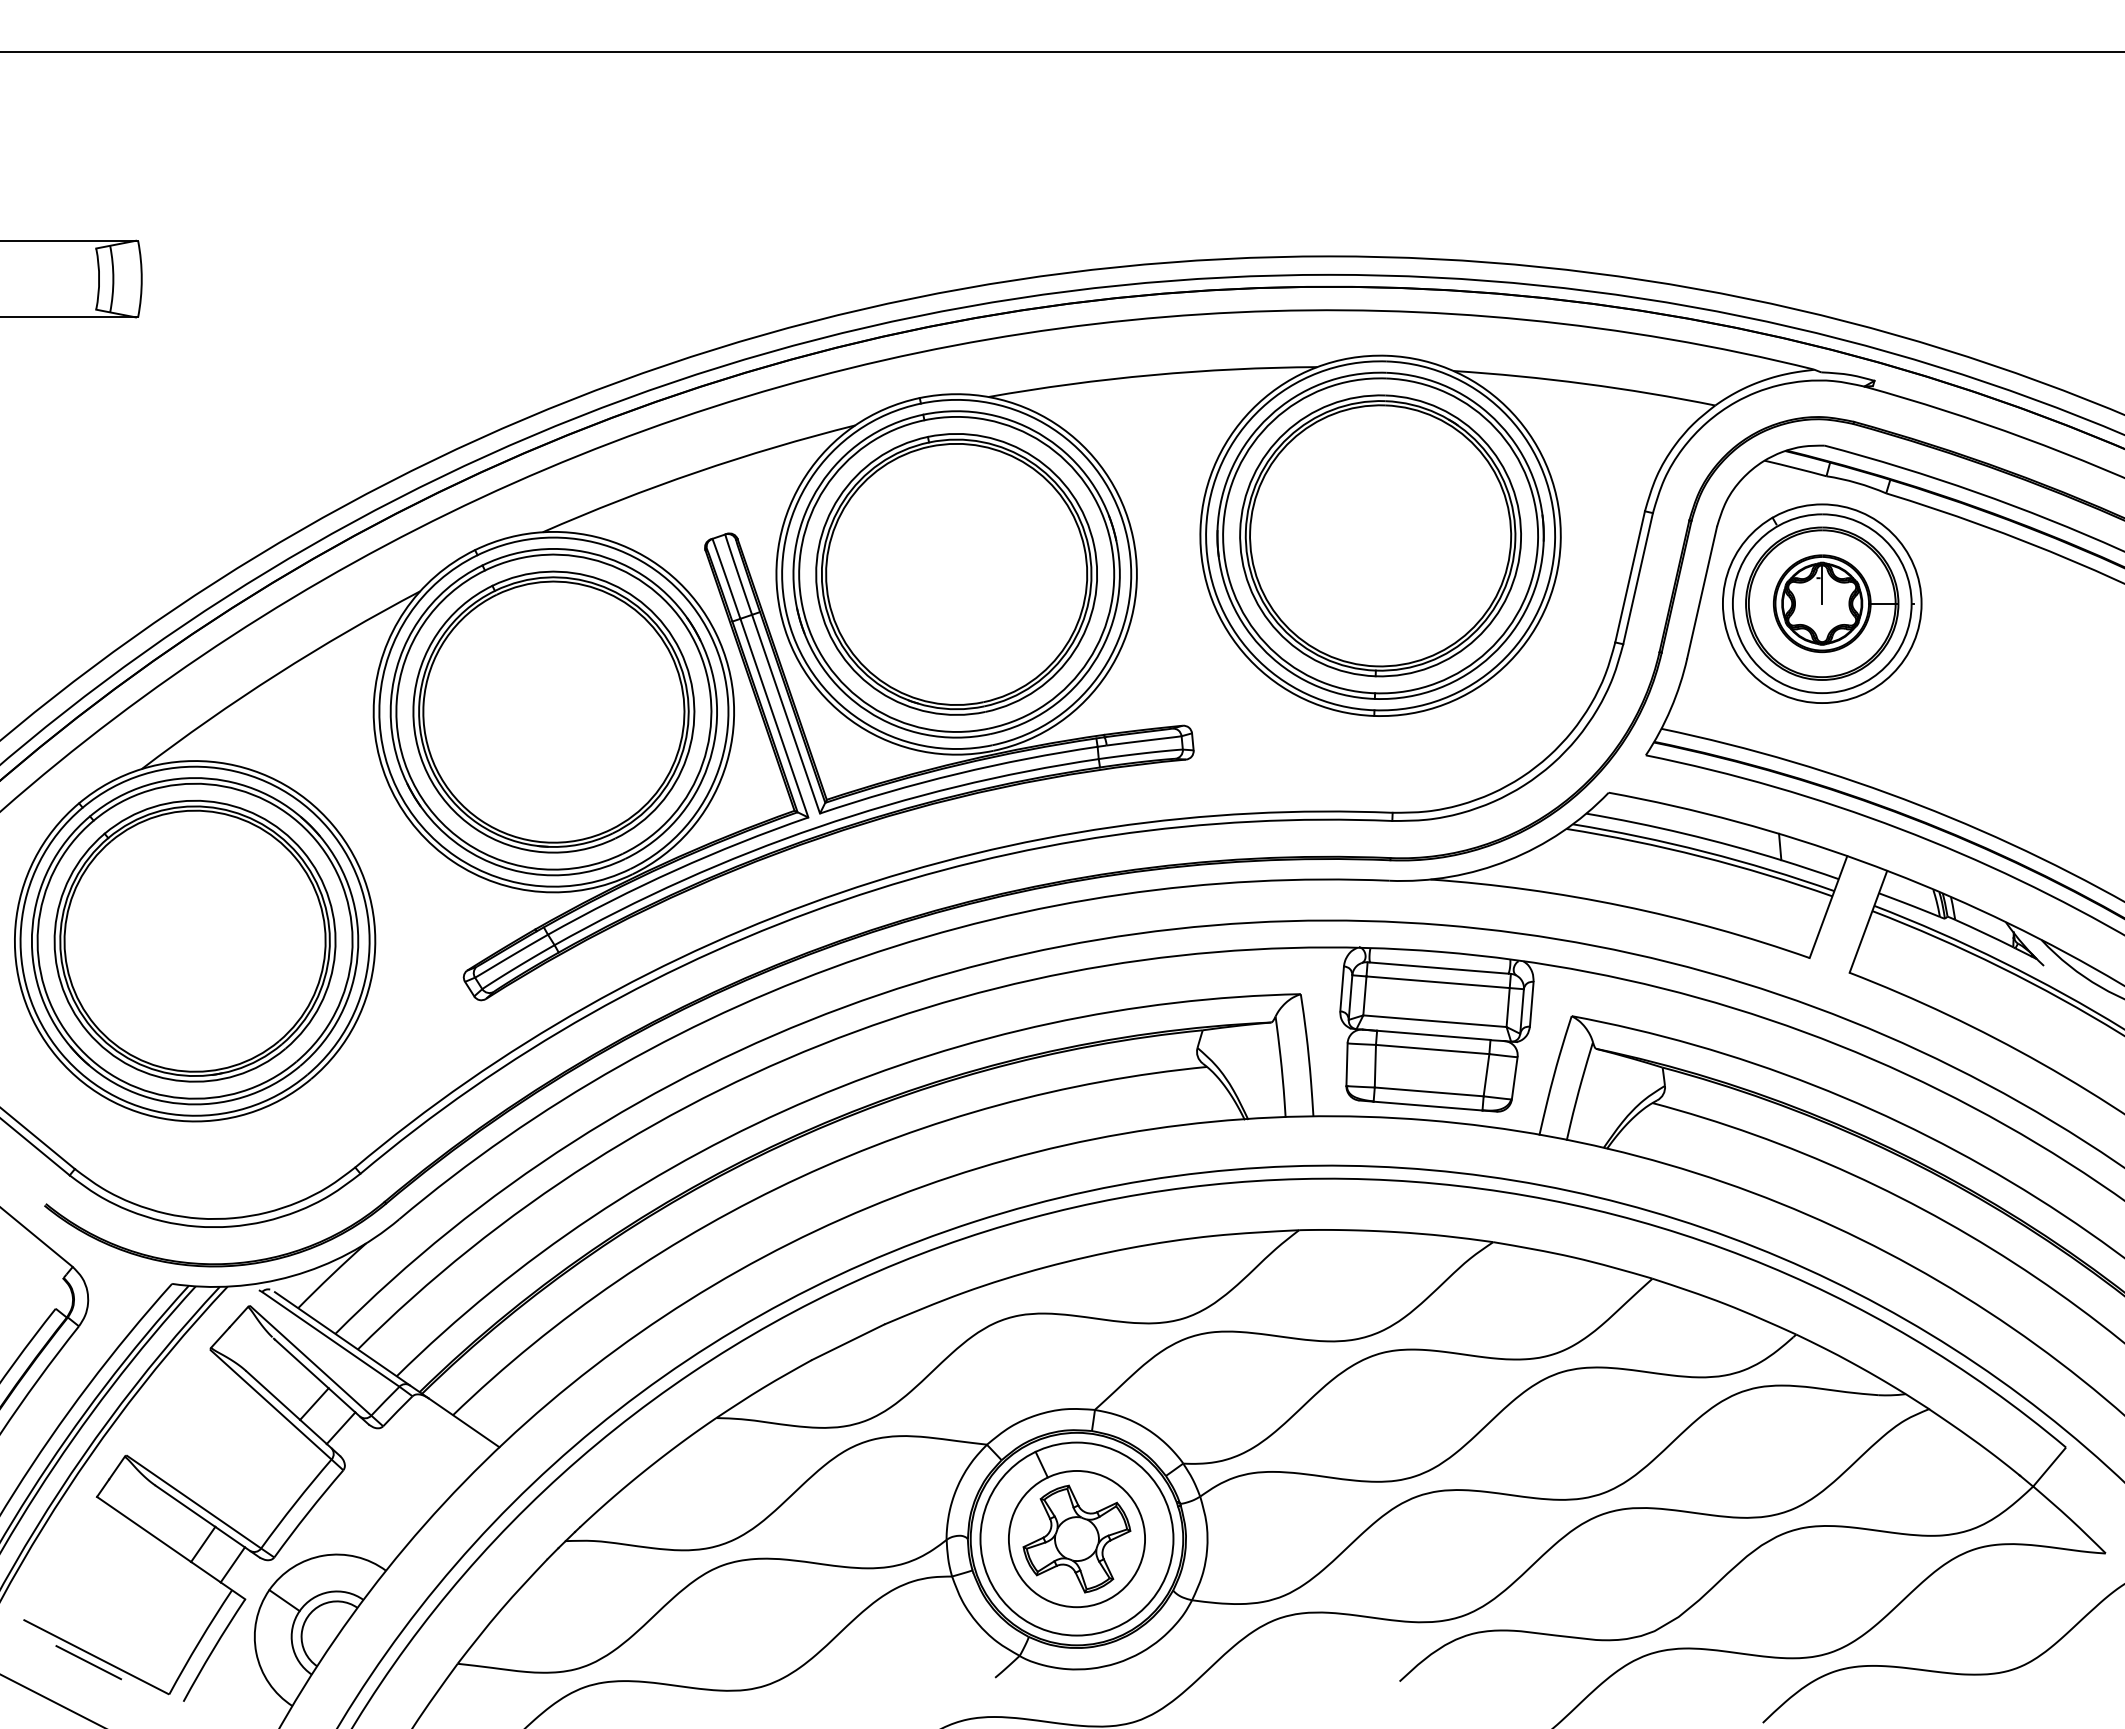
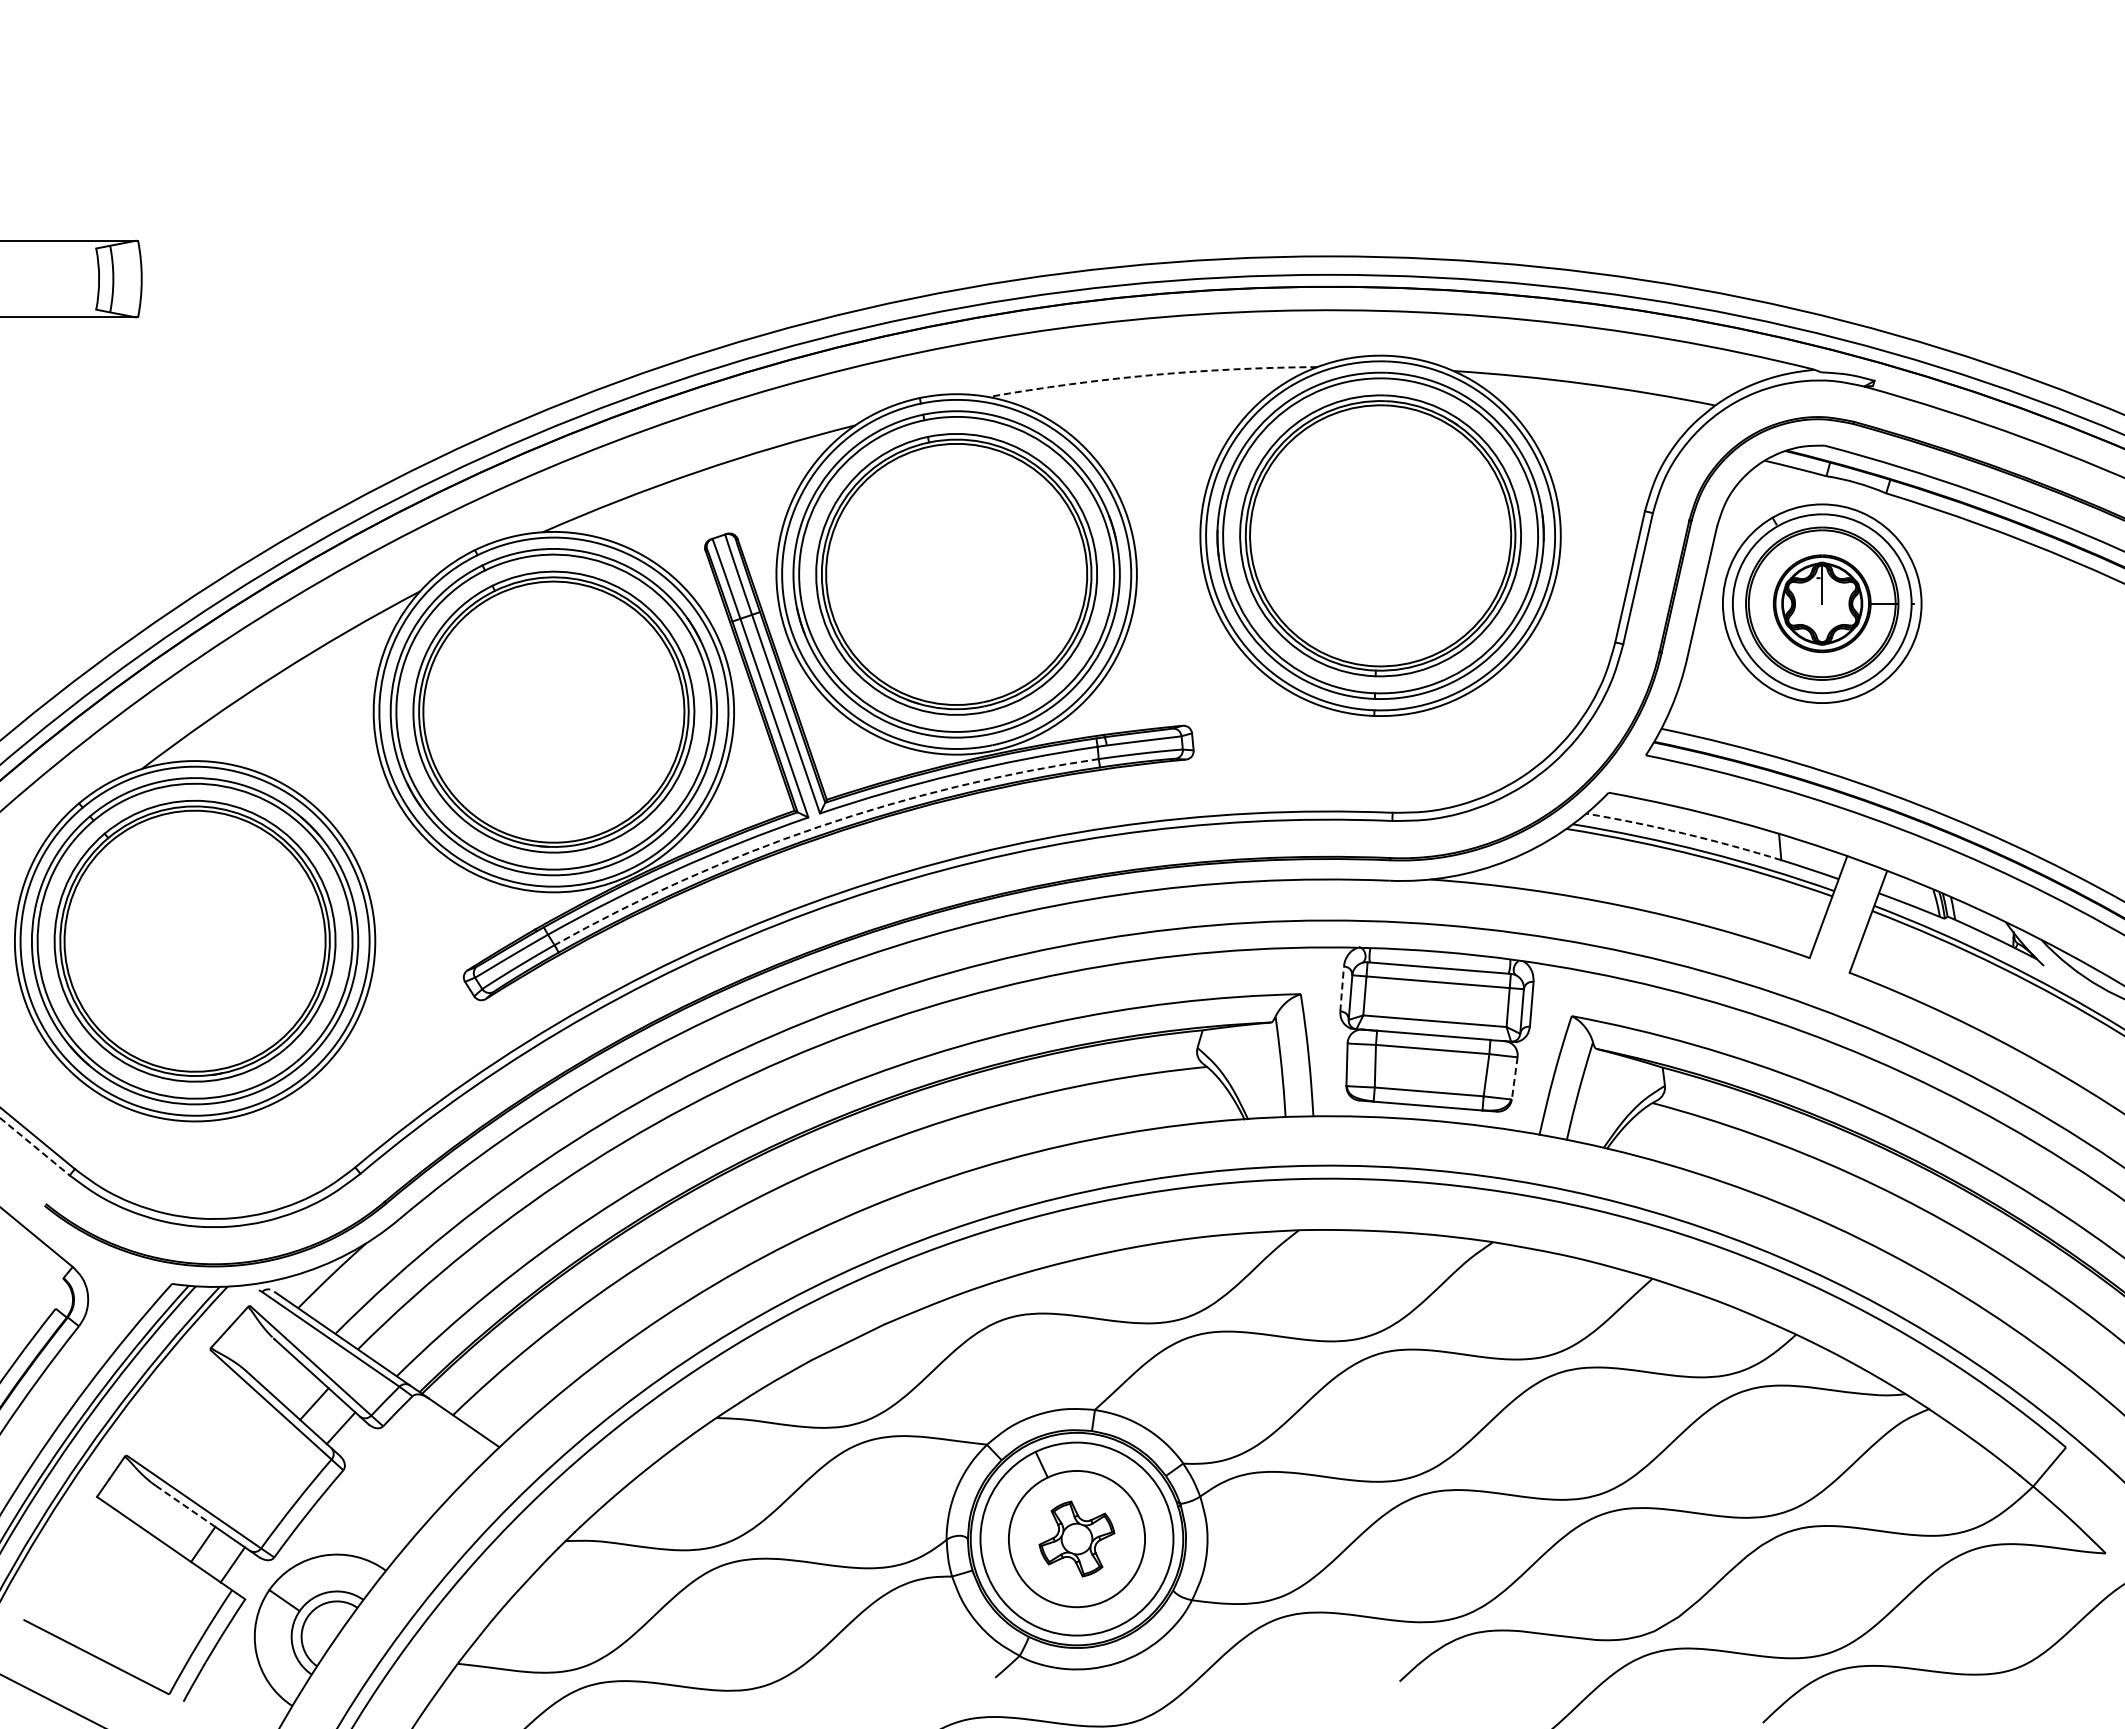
line at (1061, 52): present -> none
arc at (1152, 375): solid -> dashed
arc at (818, 827): solid -> dashed
arc at (1684, 833): solid -> dashed
line at (1342, 989): solid -> dashed
line at (1514, 1078): solid -> dashed
line at (35, 1146): solid -> dashed
line at (185, 1506): solid -> dashed
part at (1076, 1538) size: 110x110 px -> 78x78 px
line at (88, 1662): present -> none
